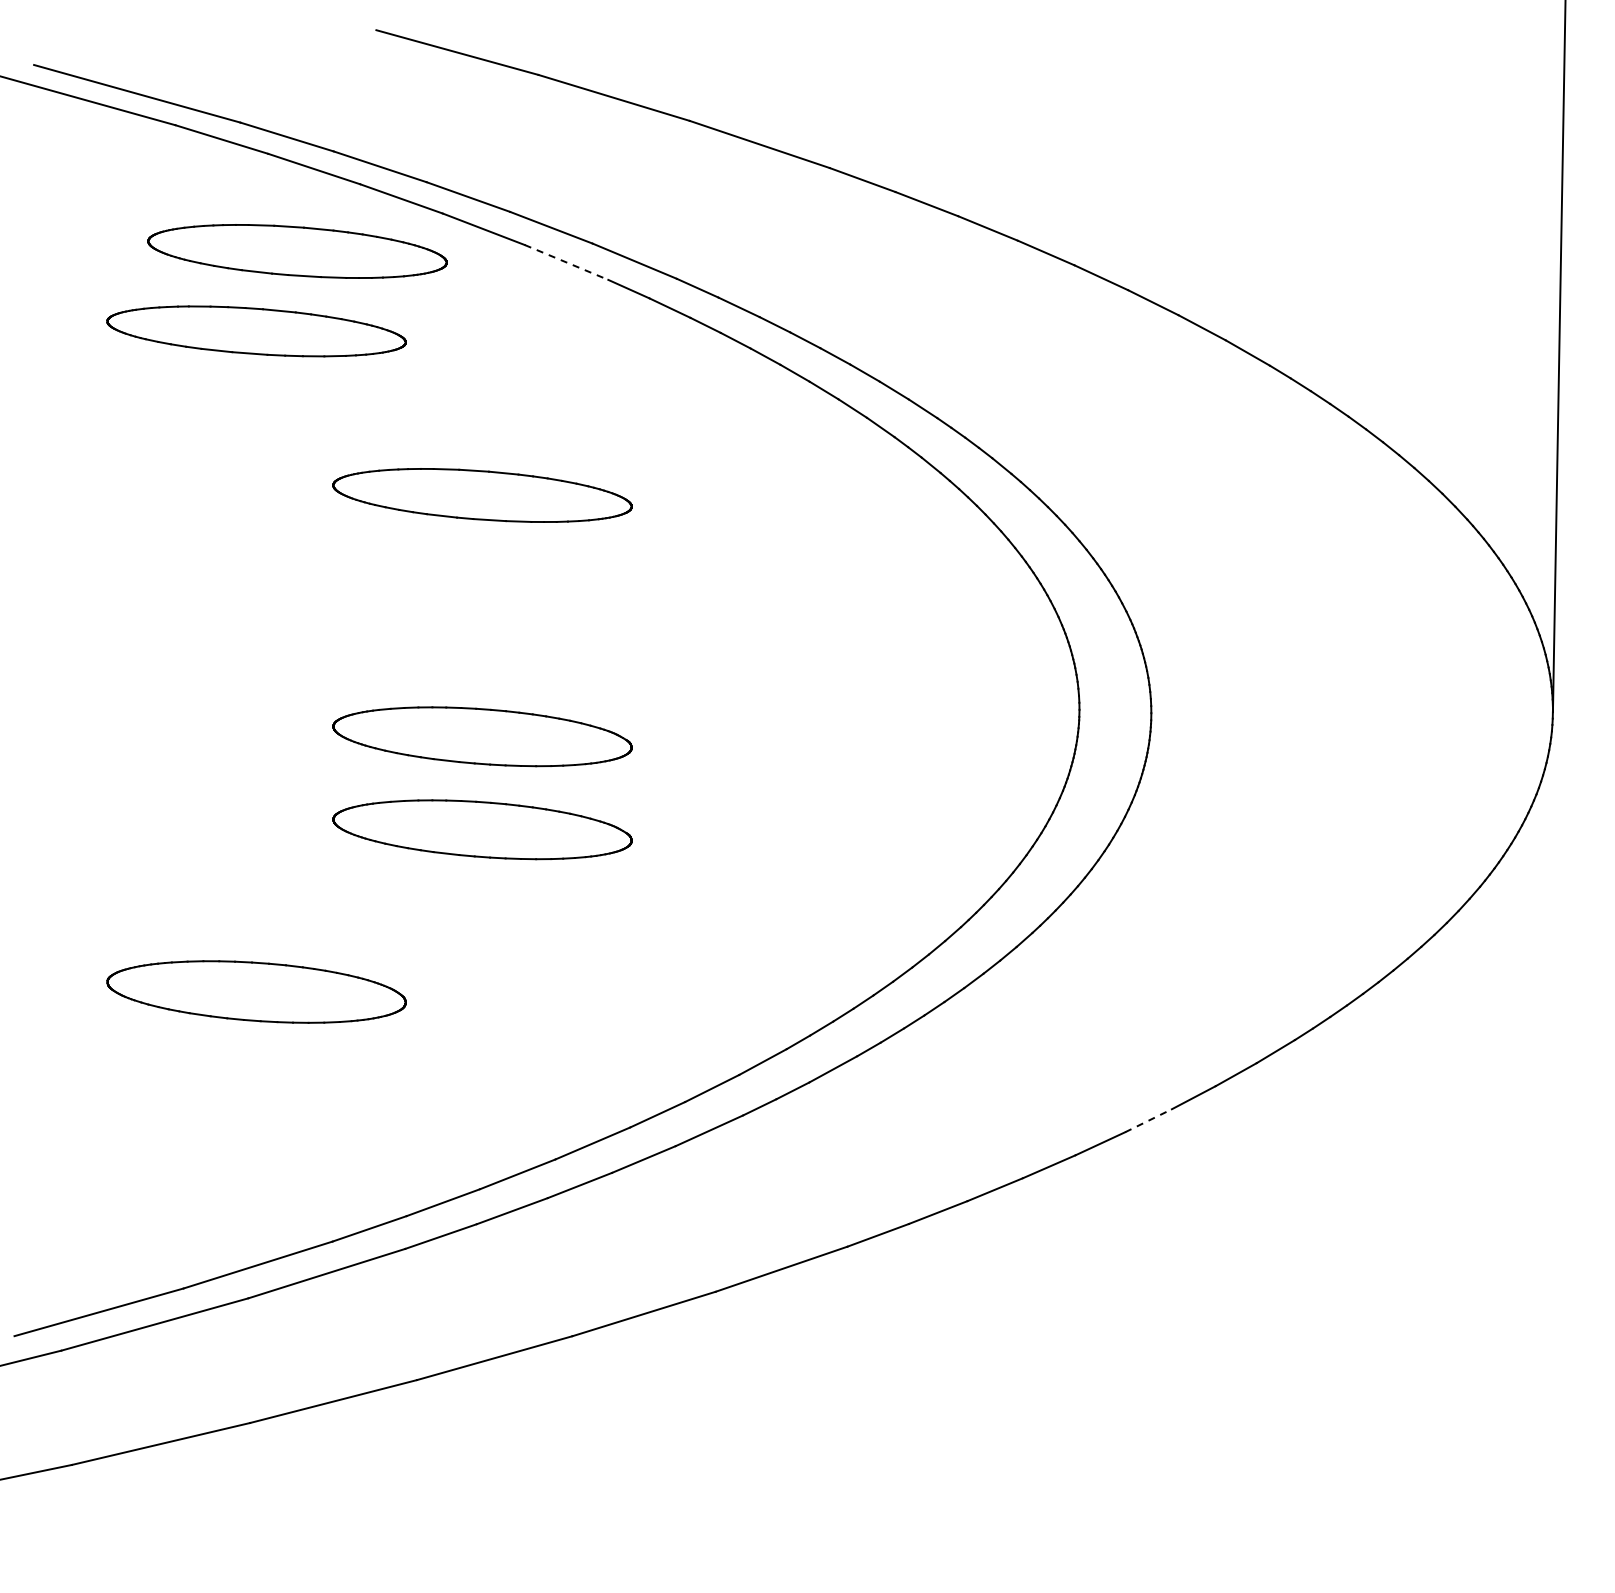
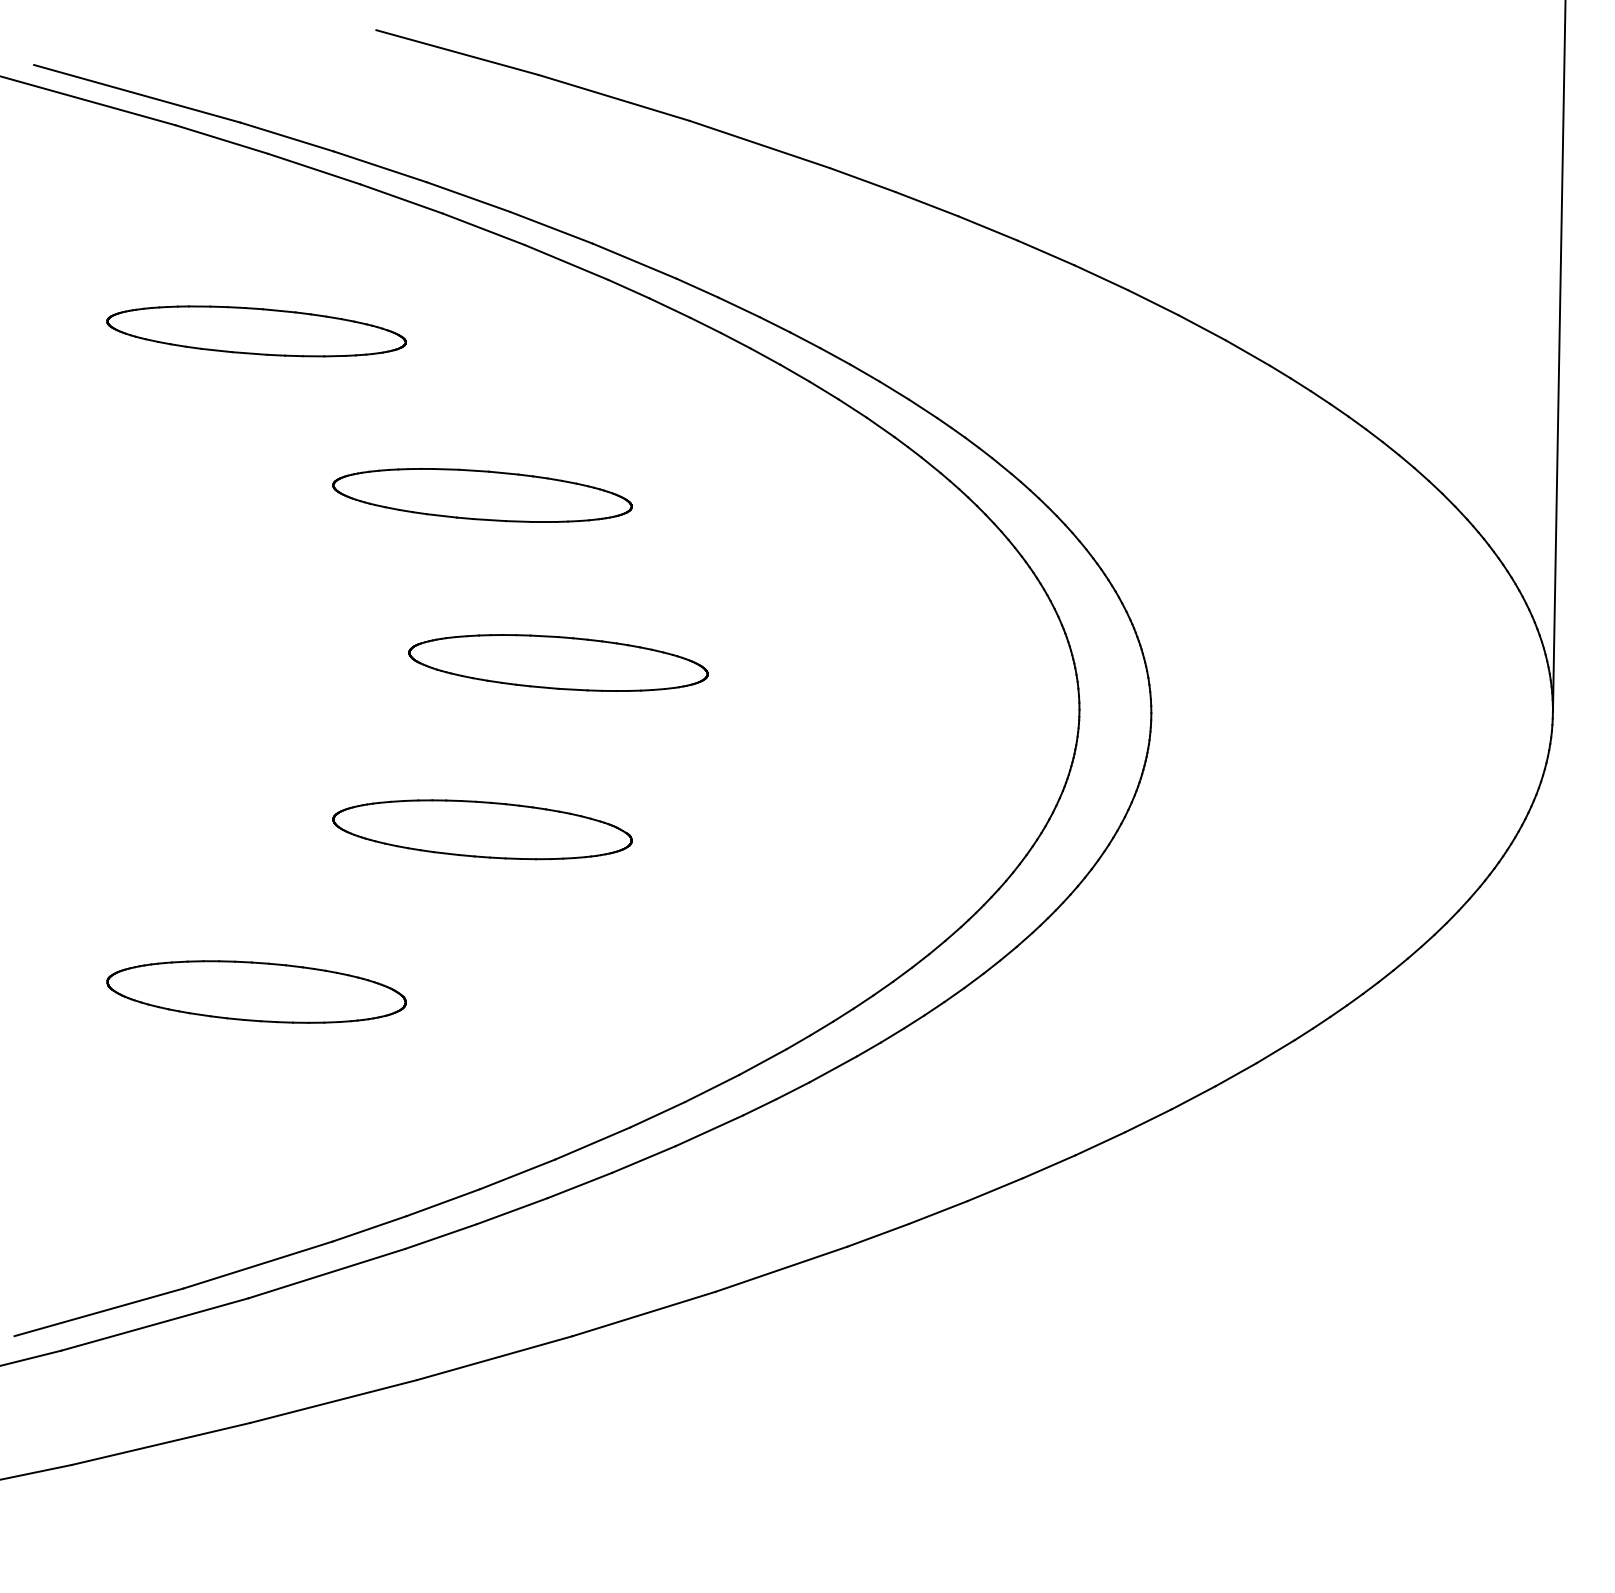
part at (297, 251): present -> none
line at (566, 262): dashed -> solid
part at (558, 662): none -> present
part at (482, 736): present -> none
line at (1148, 1120): dashed -> solid
